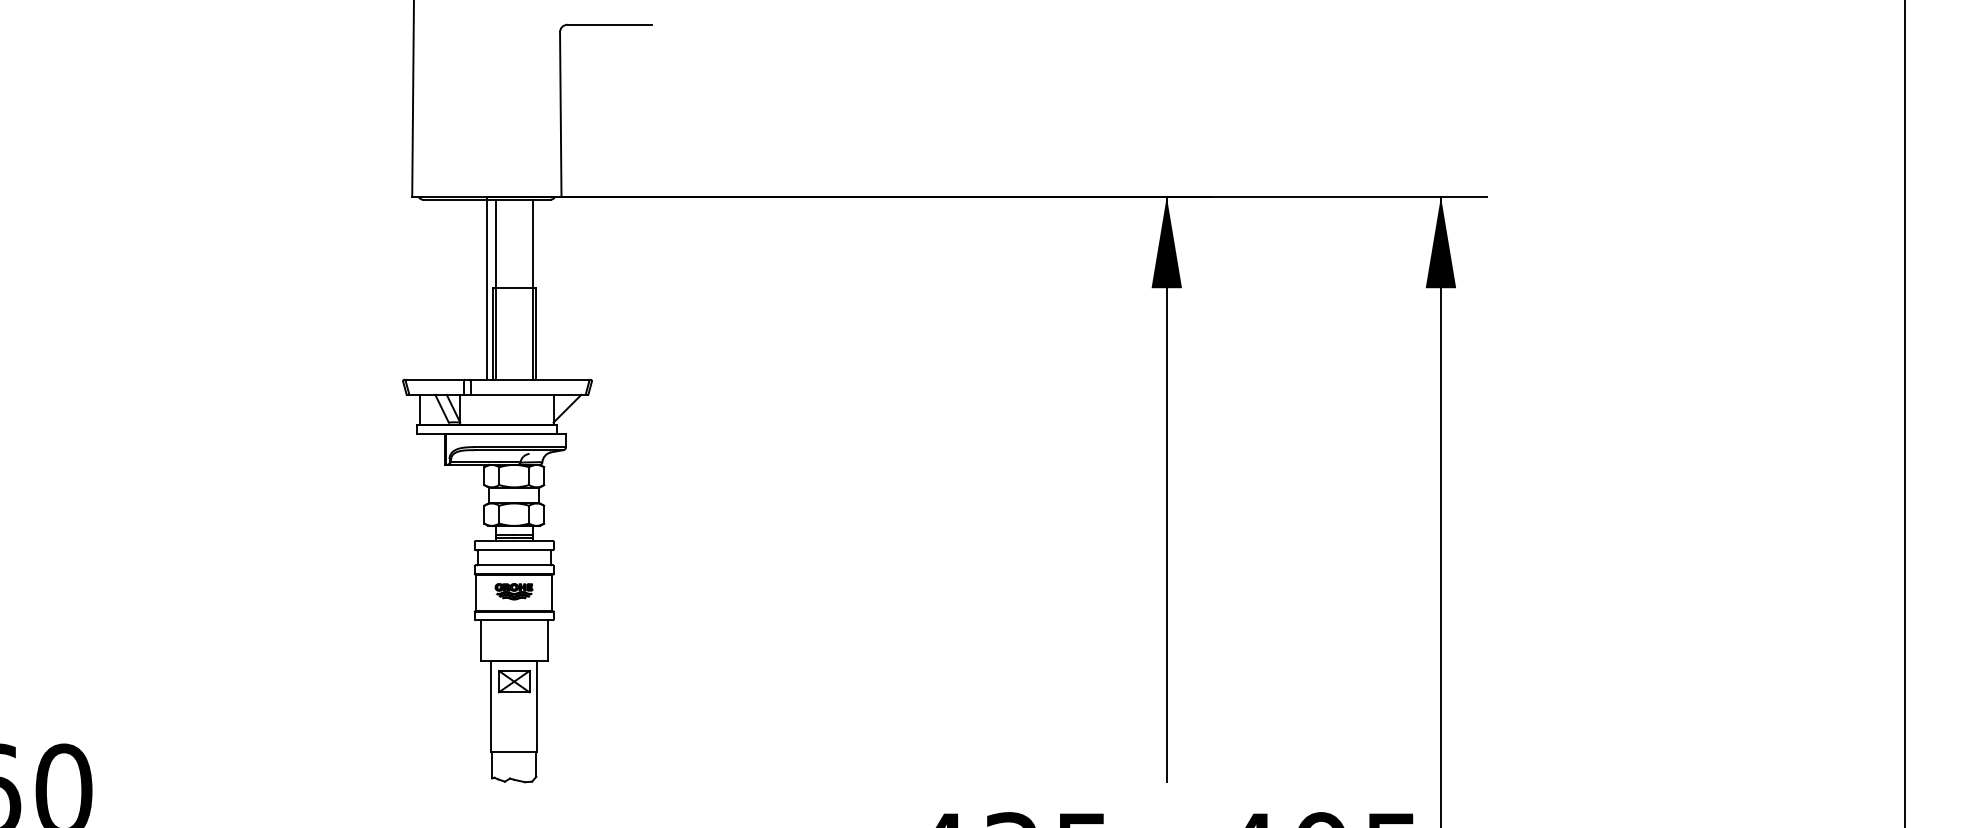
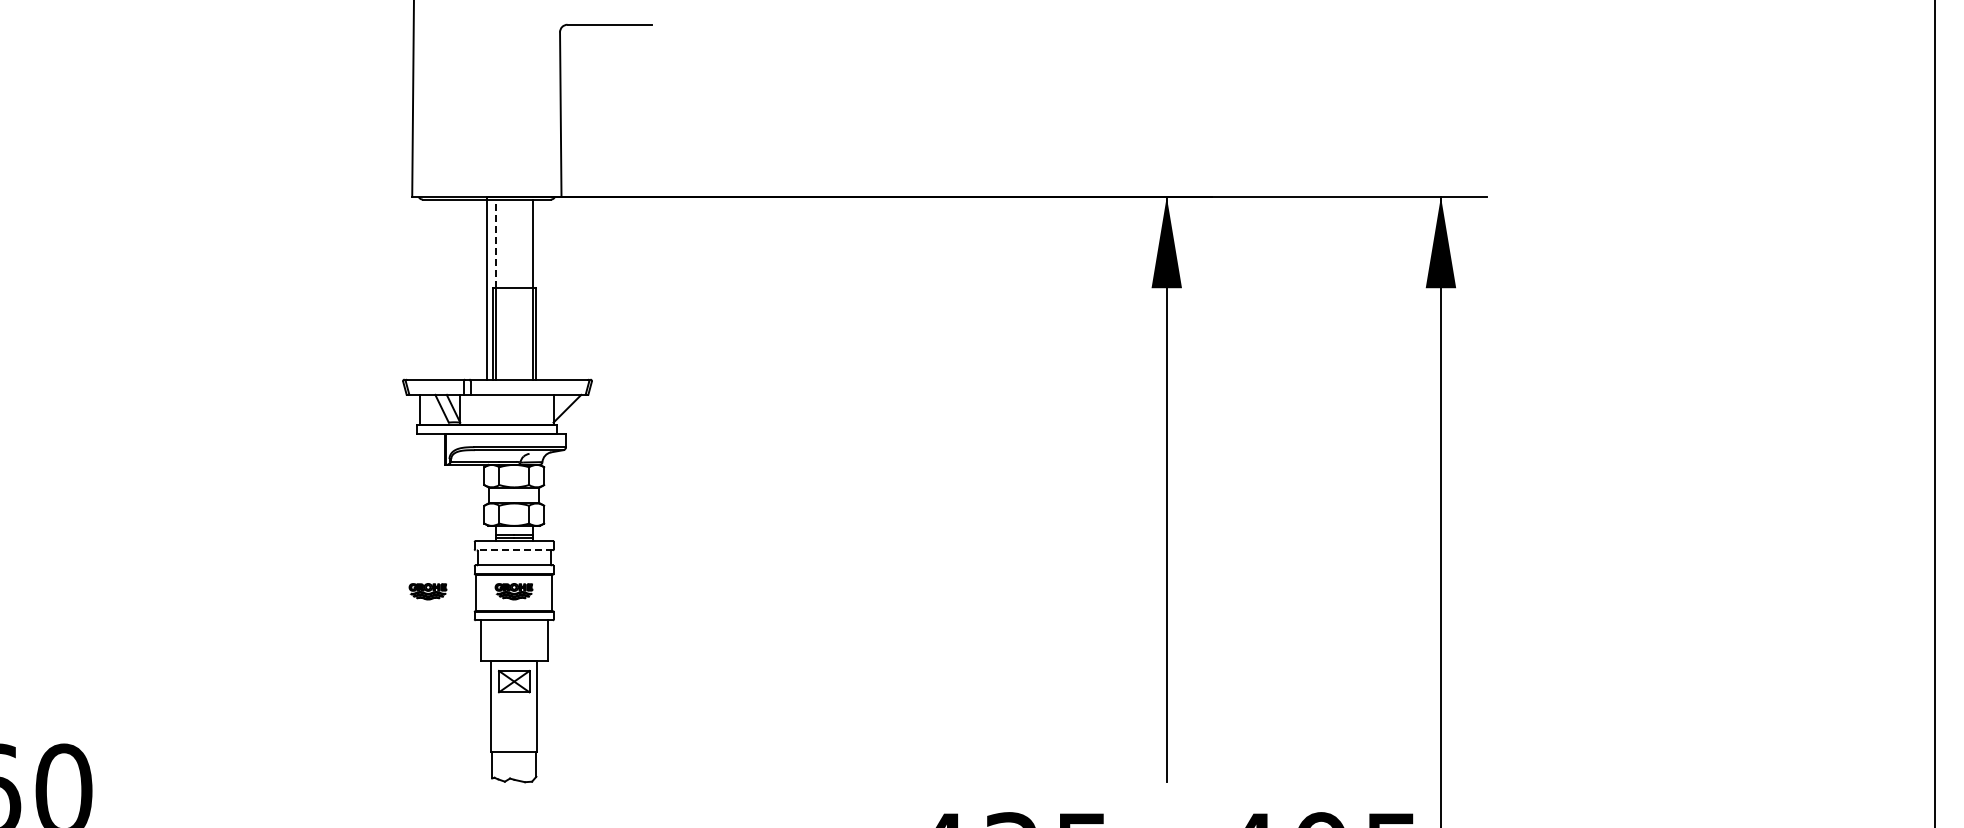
line at (496, 243): solid -> dashed
line at (1905, 413) position: (1905, 413) -> (1935, 413)
line at (514, 550): solid -> dashed
part at (427, 591): none -> present
